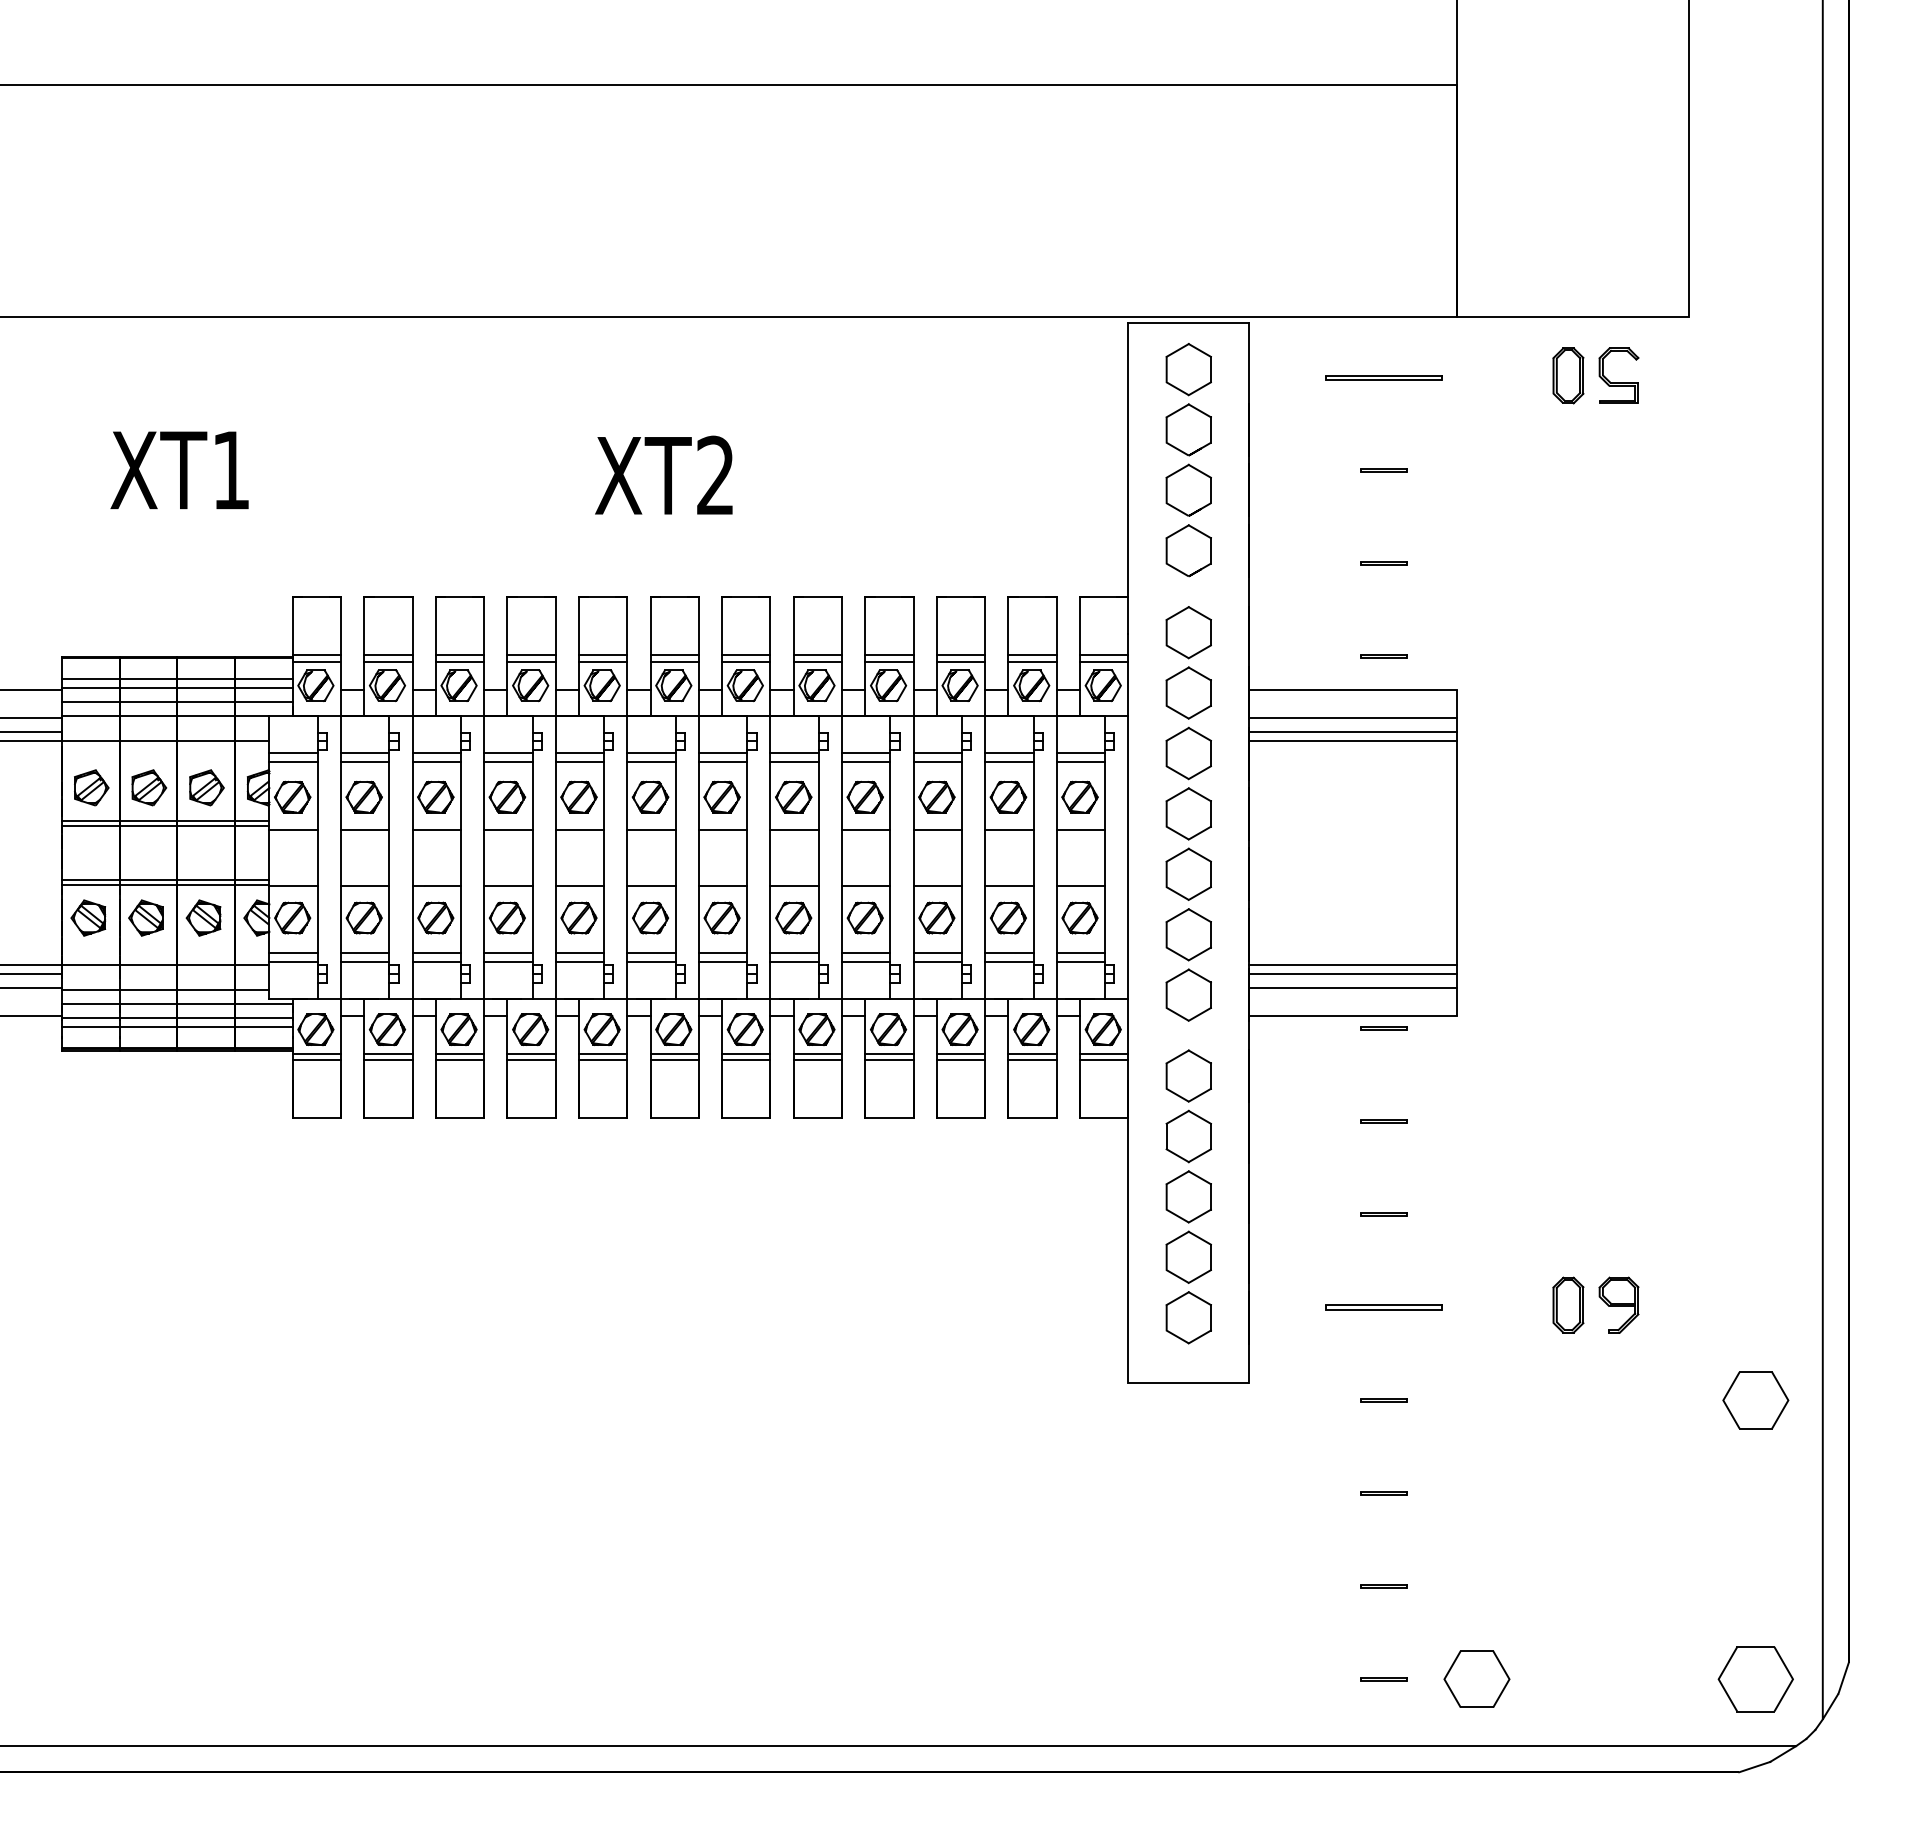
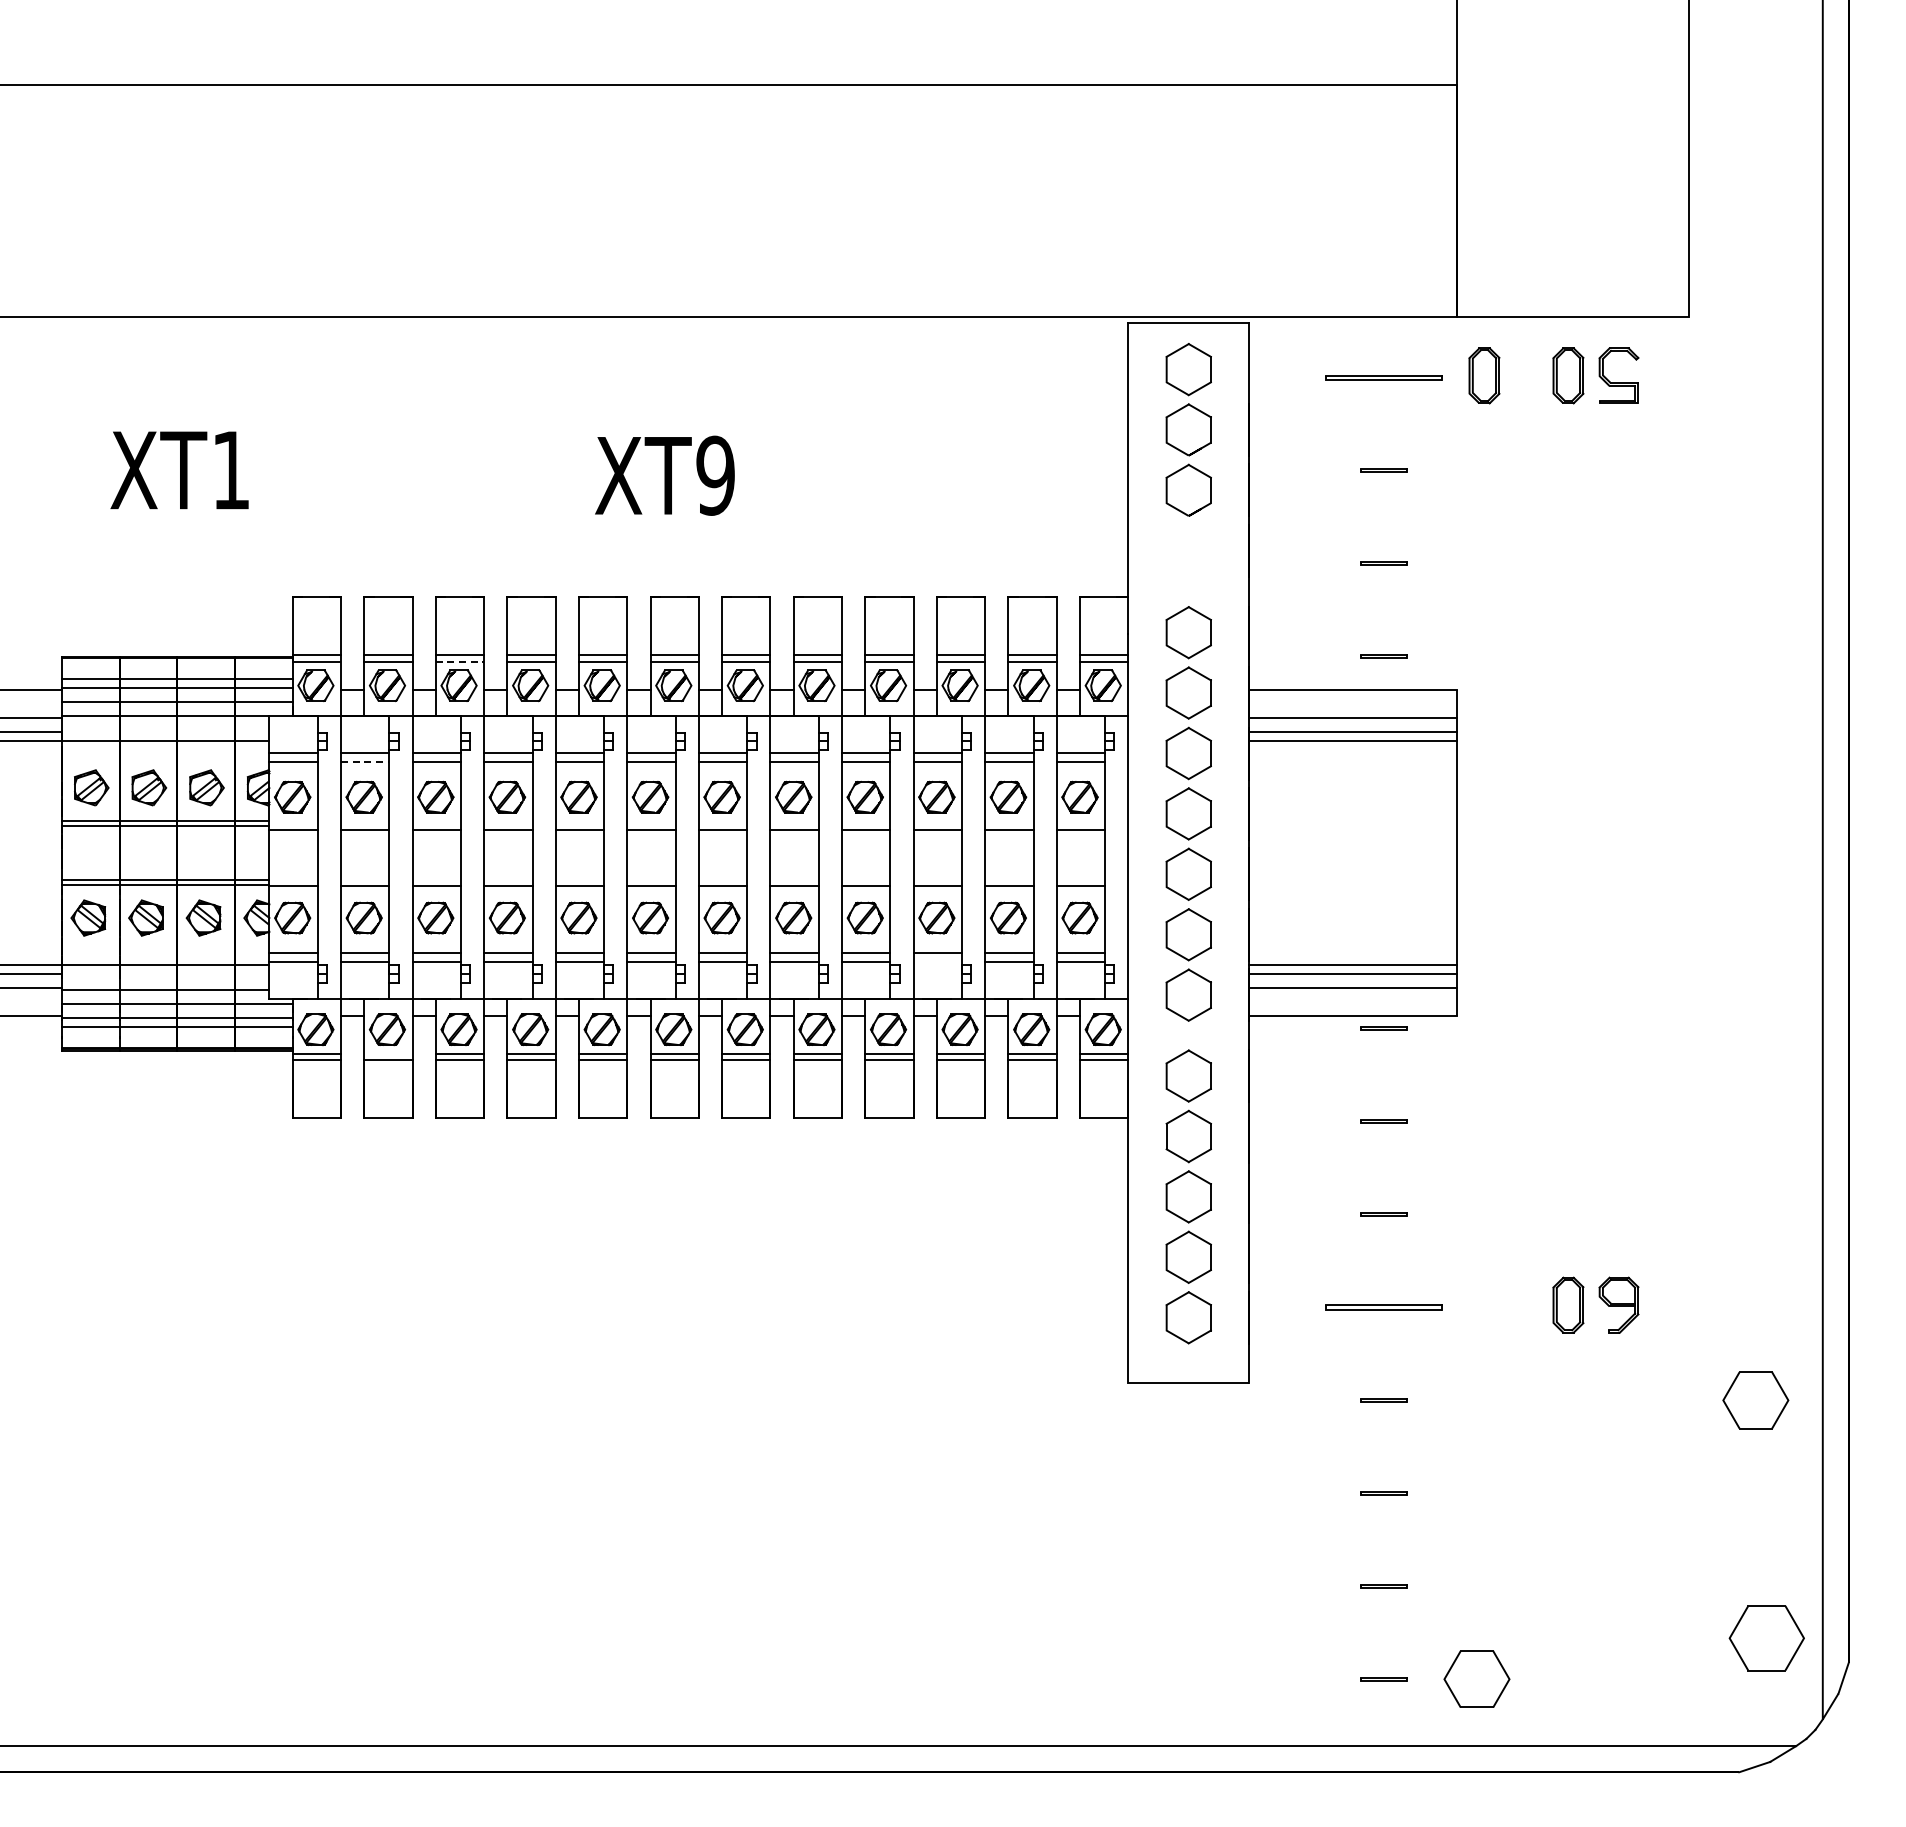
part at (1484, 375): none -> present
text at (715, 475): XT2 -> XT9
part at (1188, 550): present -> none
line at (460, 661): solid -> dashed
line at (365, 762): solid -> dashed
line at (937, 962): present -> none
line at (388, 1053): present -> none
part at (1755, 1679) position: (1755, 1679) -> (1766, 1638)
